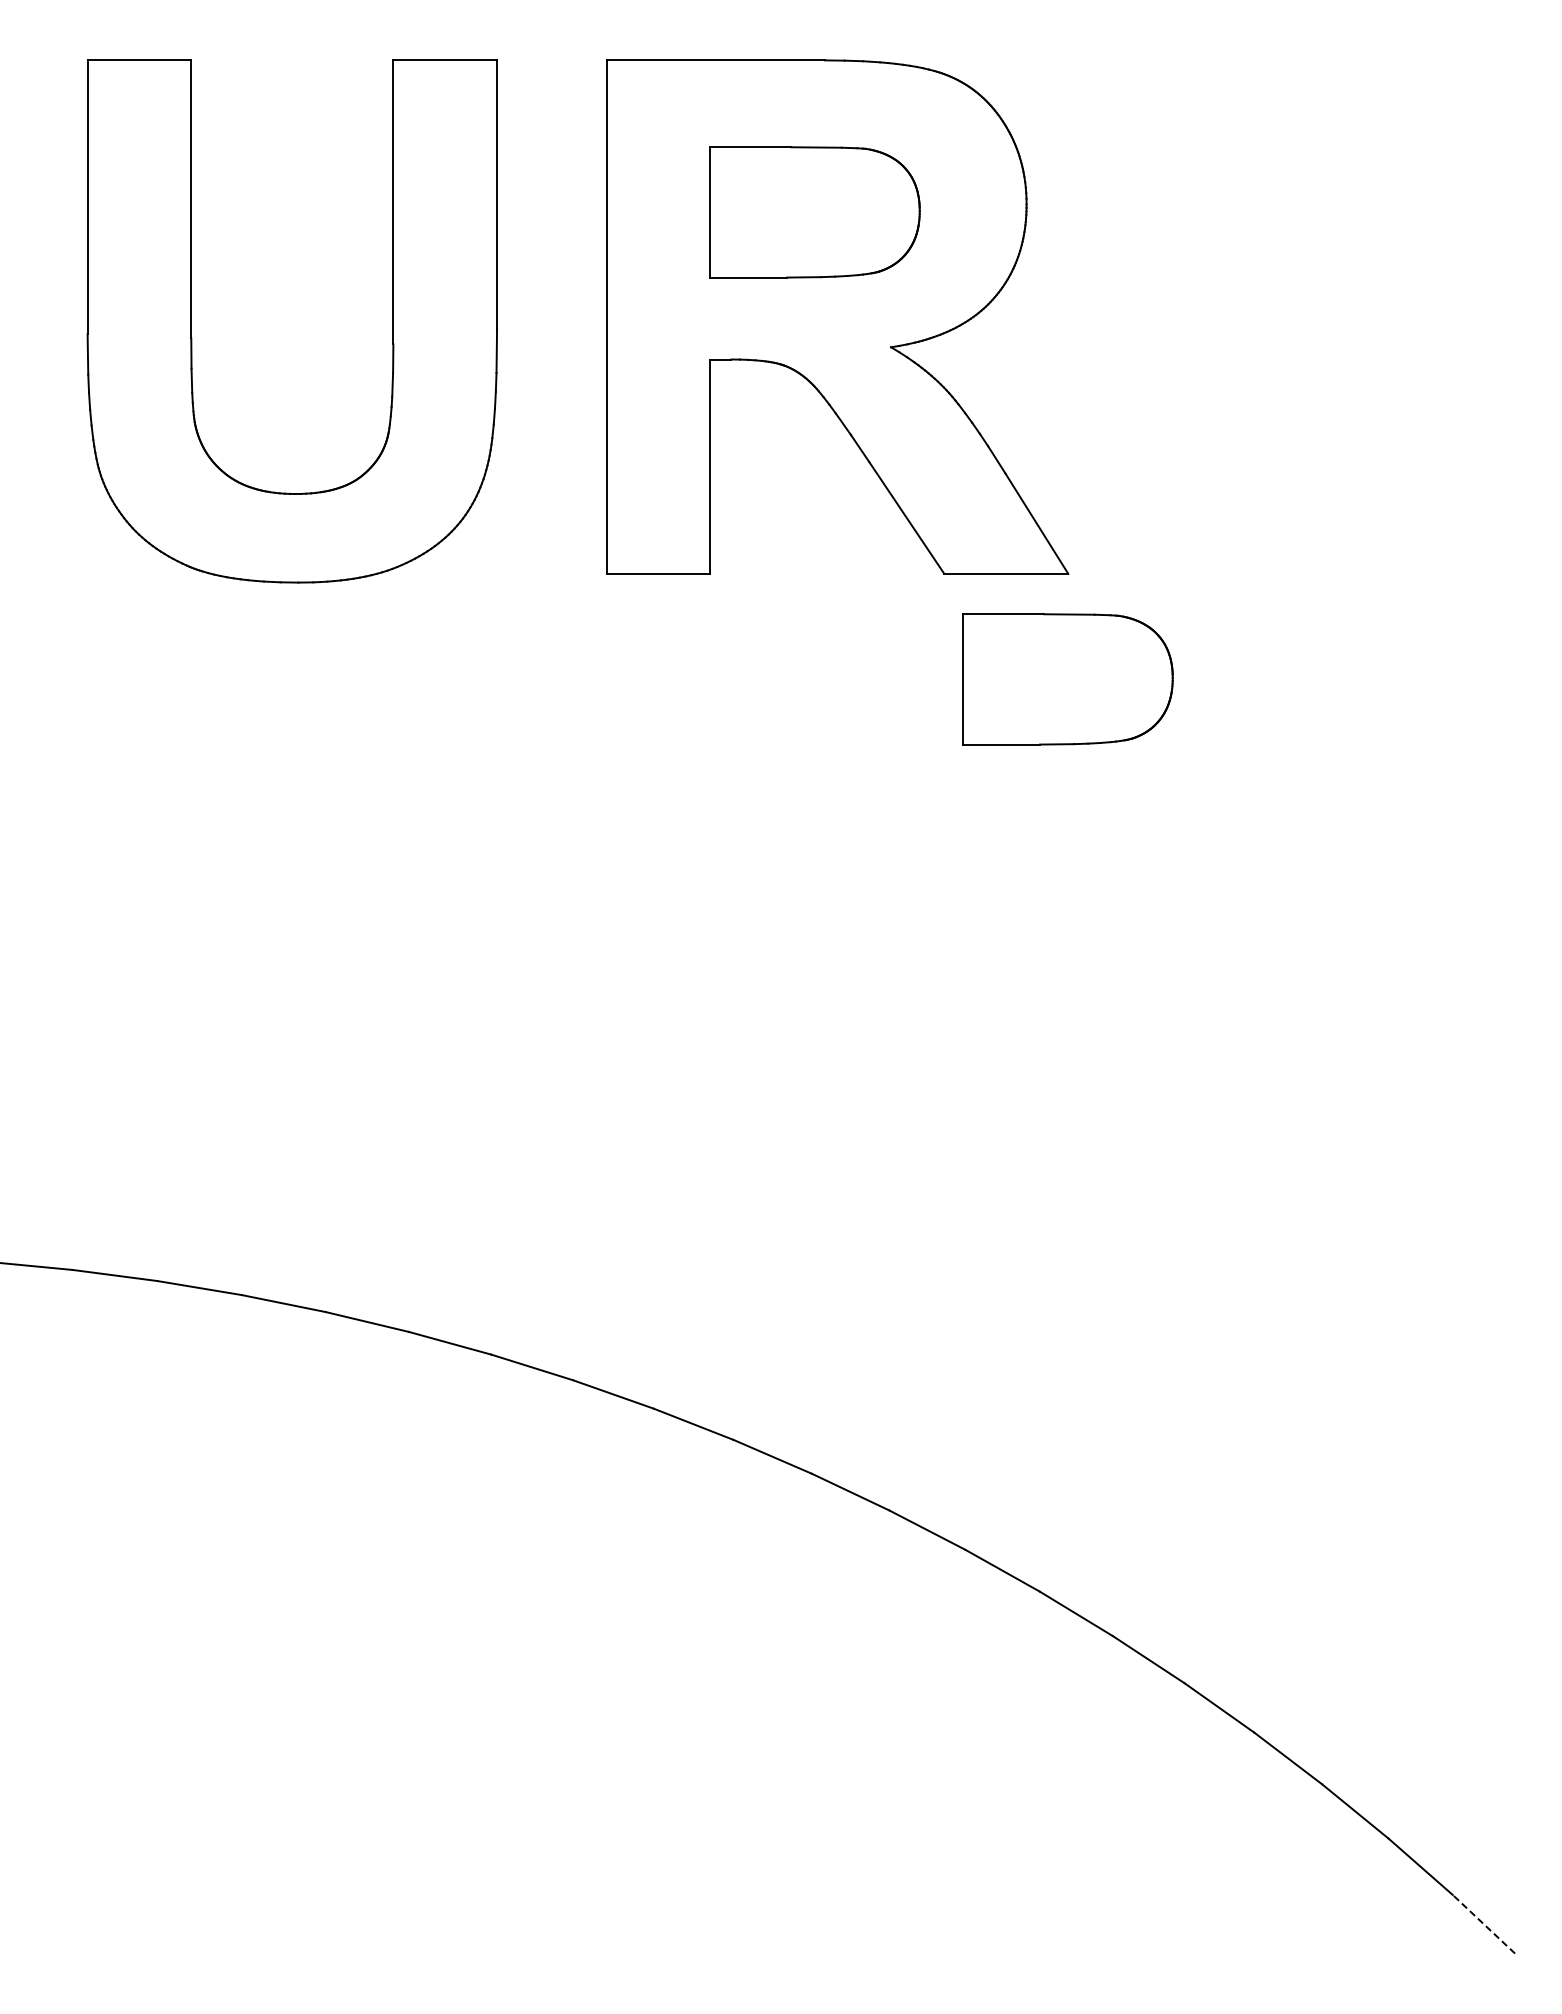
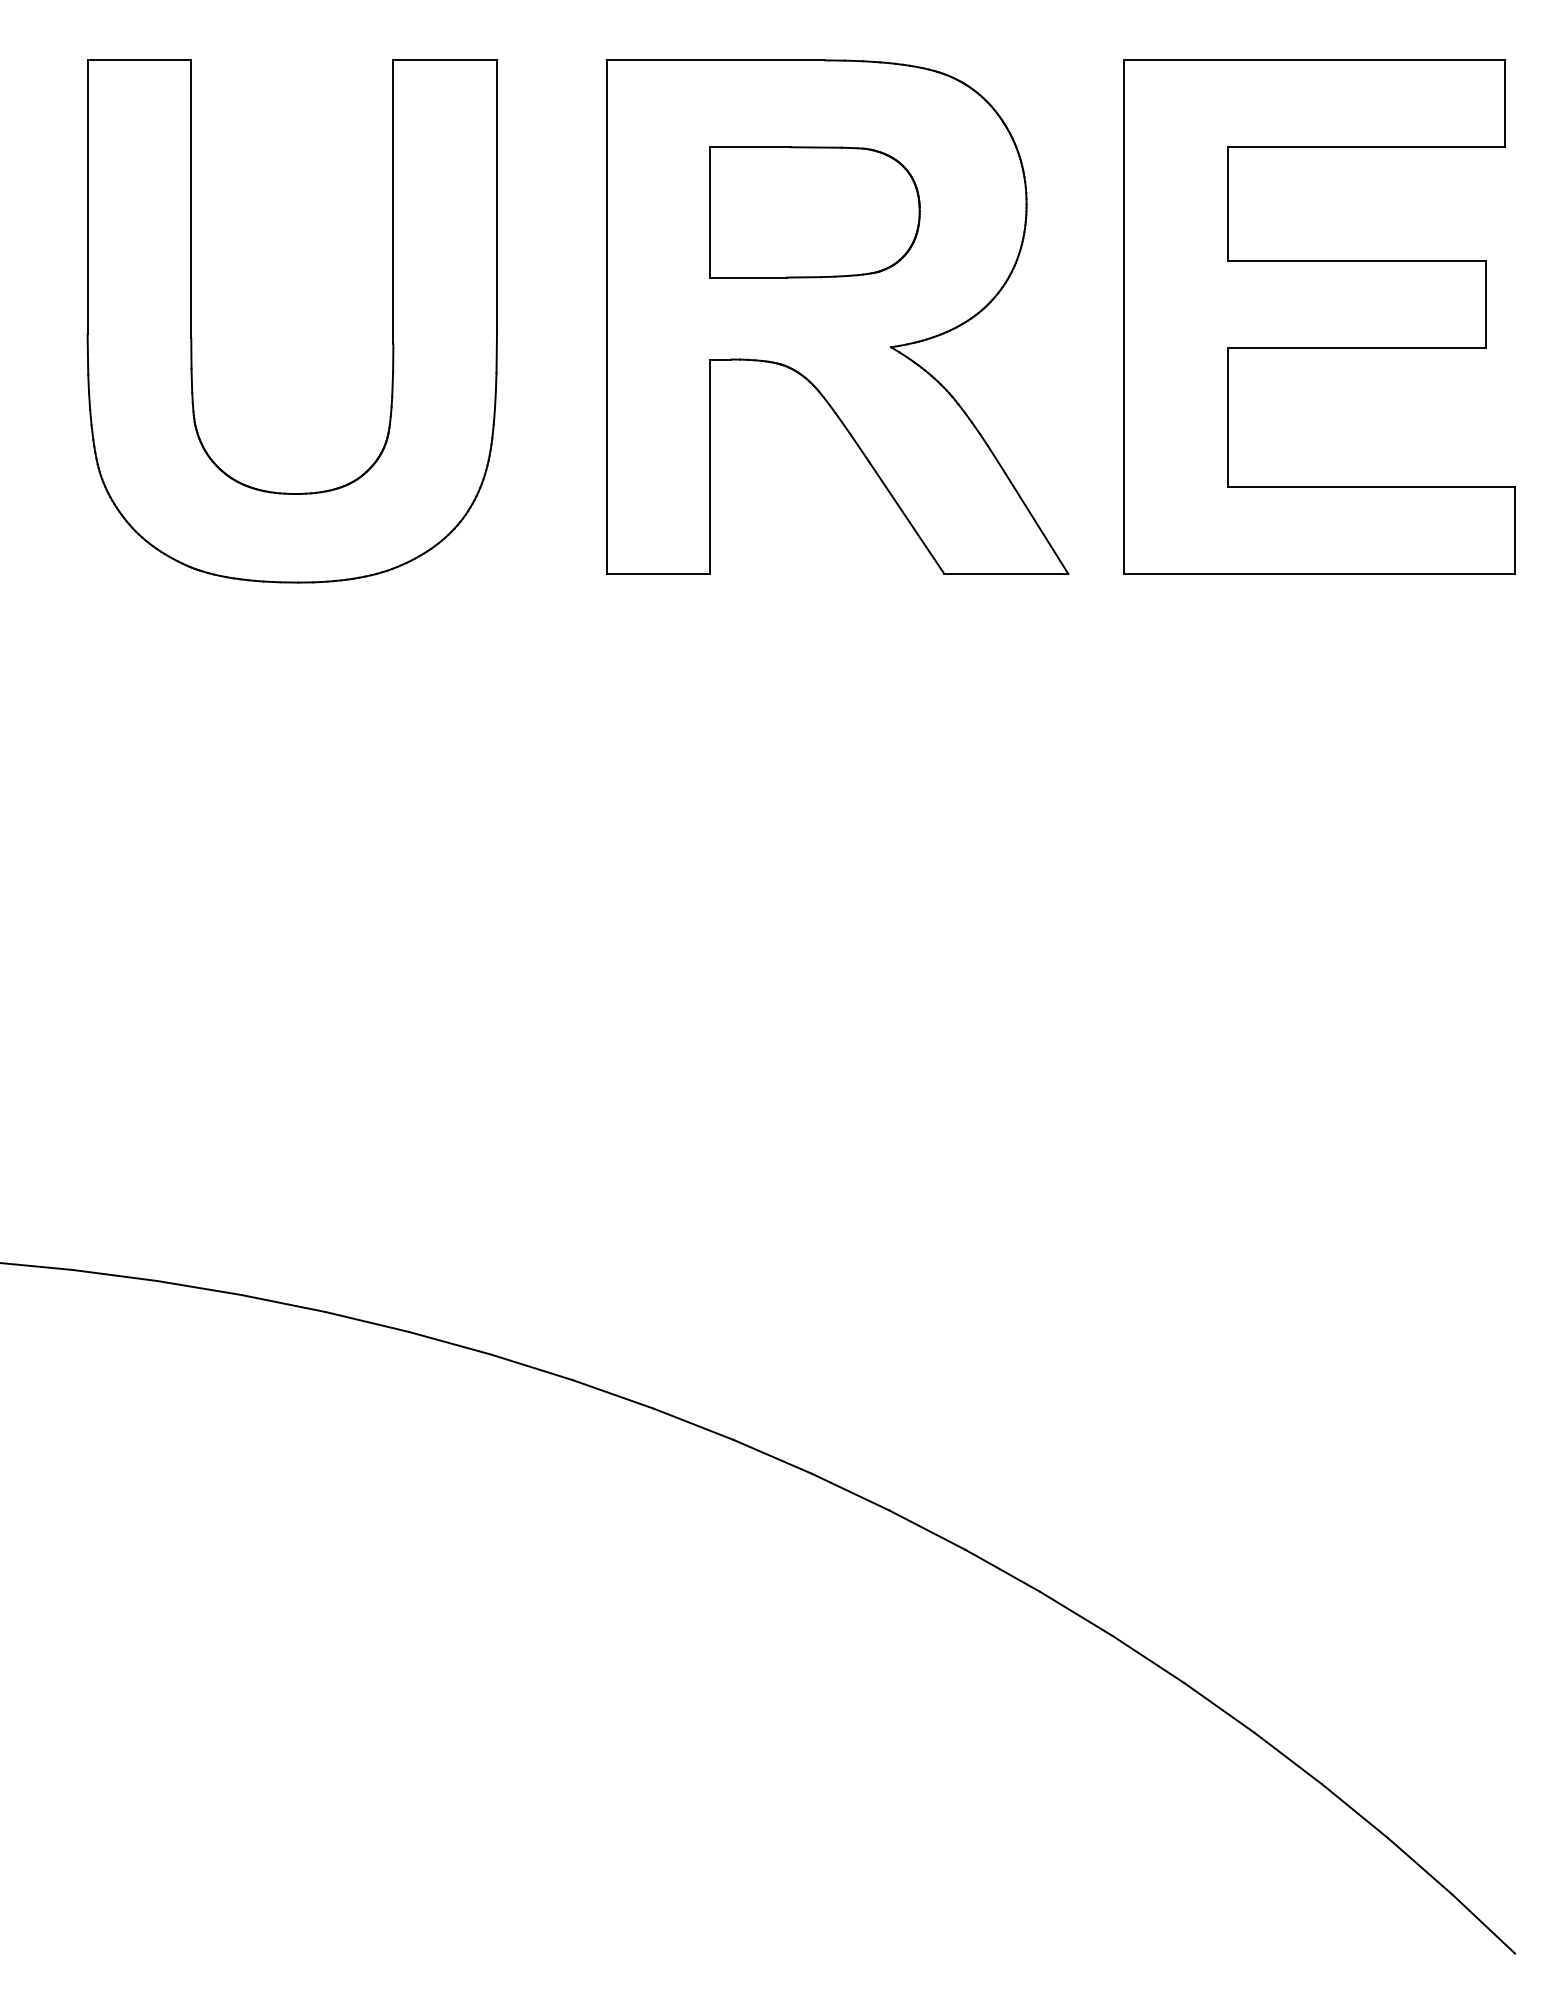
part at (1319, 316): none -> present
part at (1067, 679): present -> none
line at (1483, 1924): dashed -> solid
